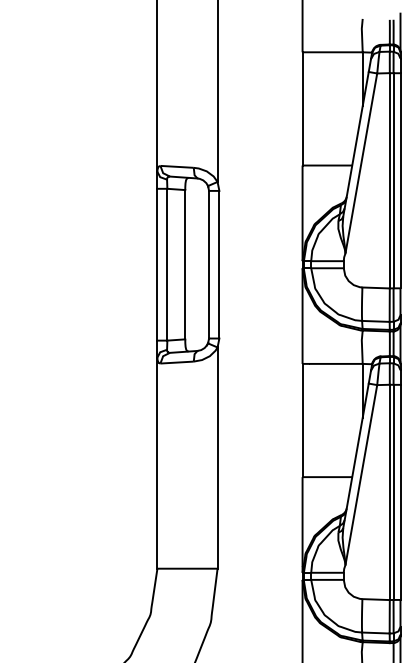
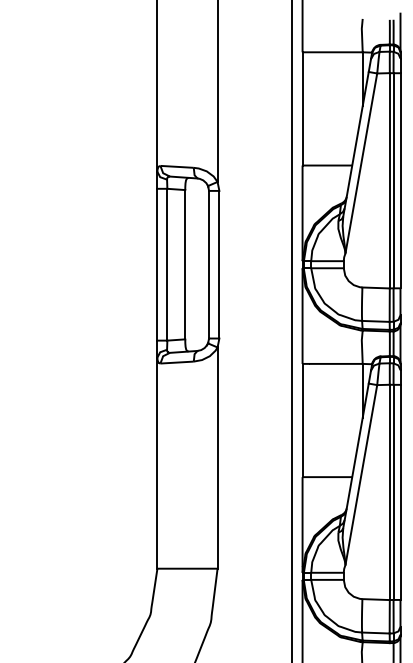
line at (292, 330): none -> present
